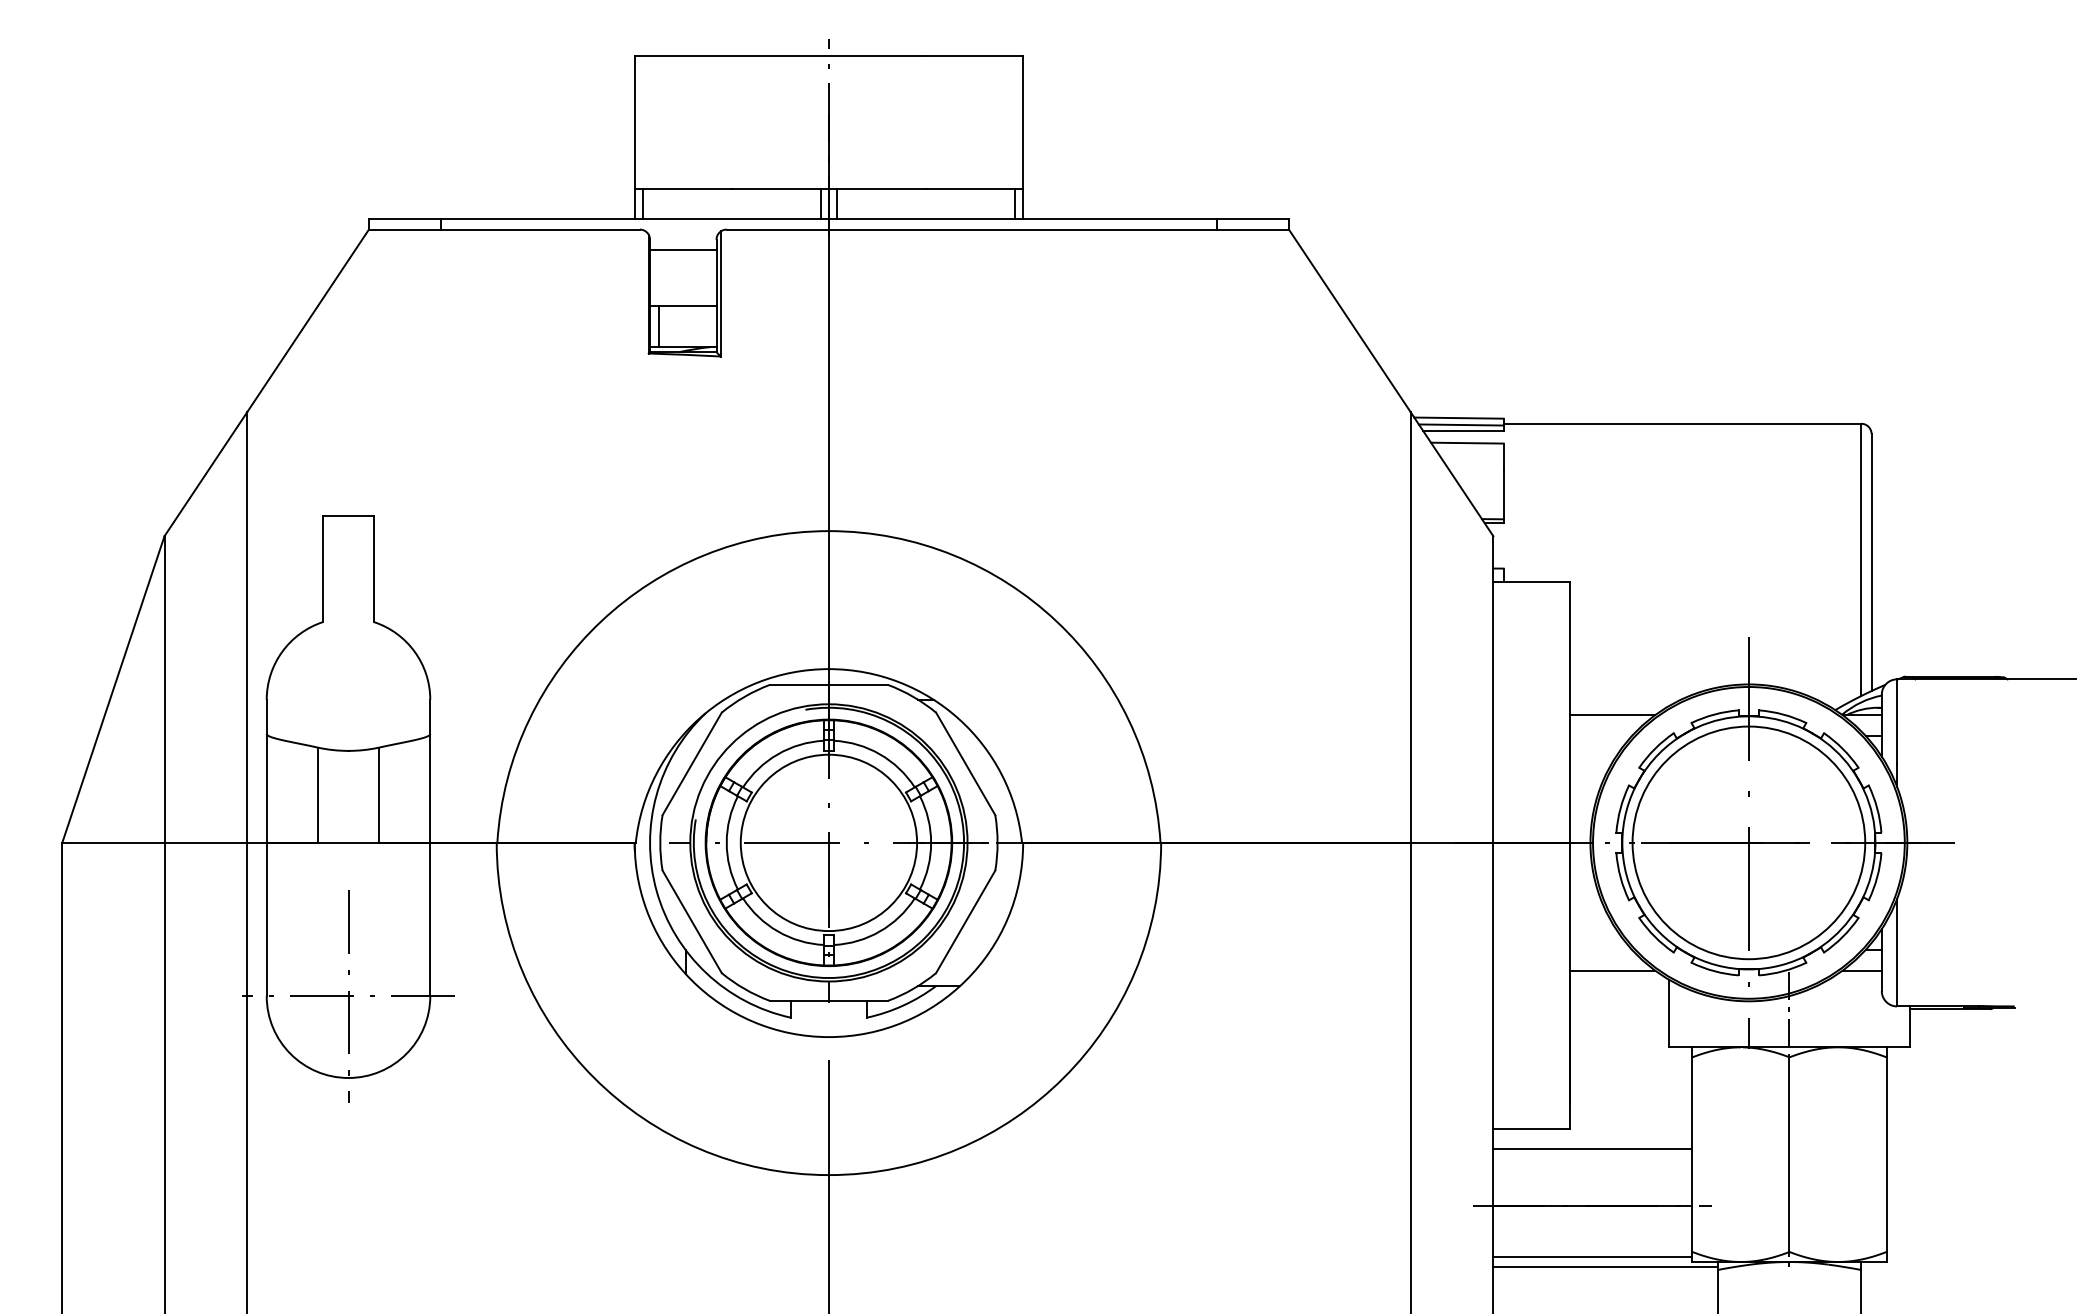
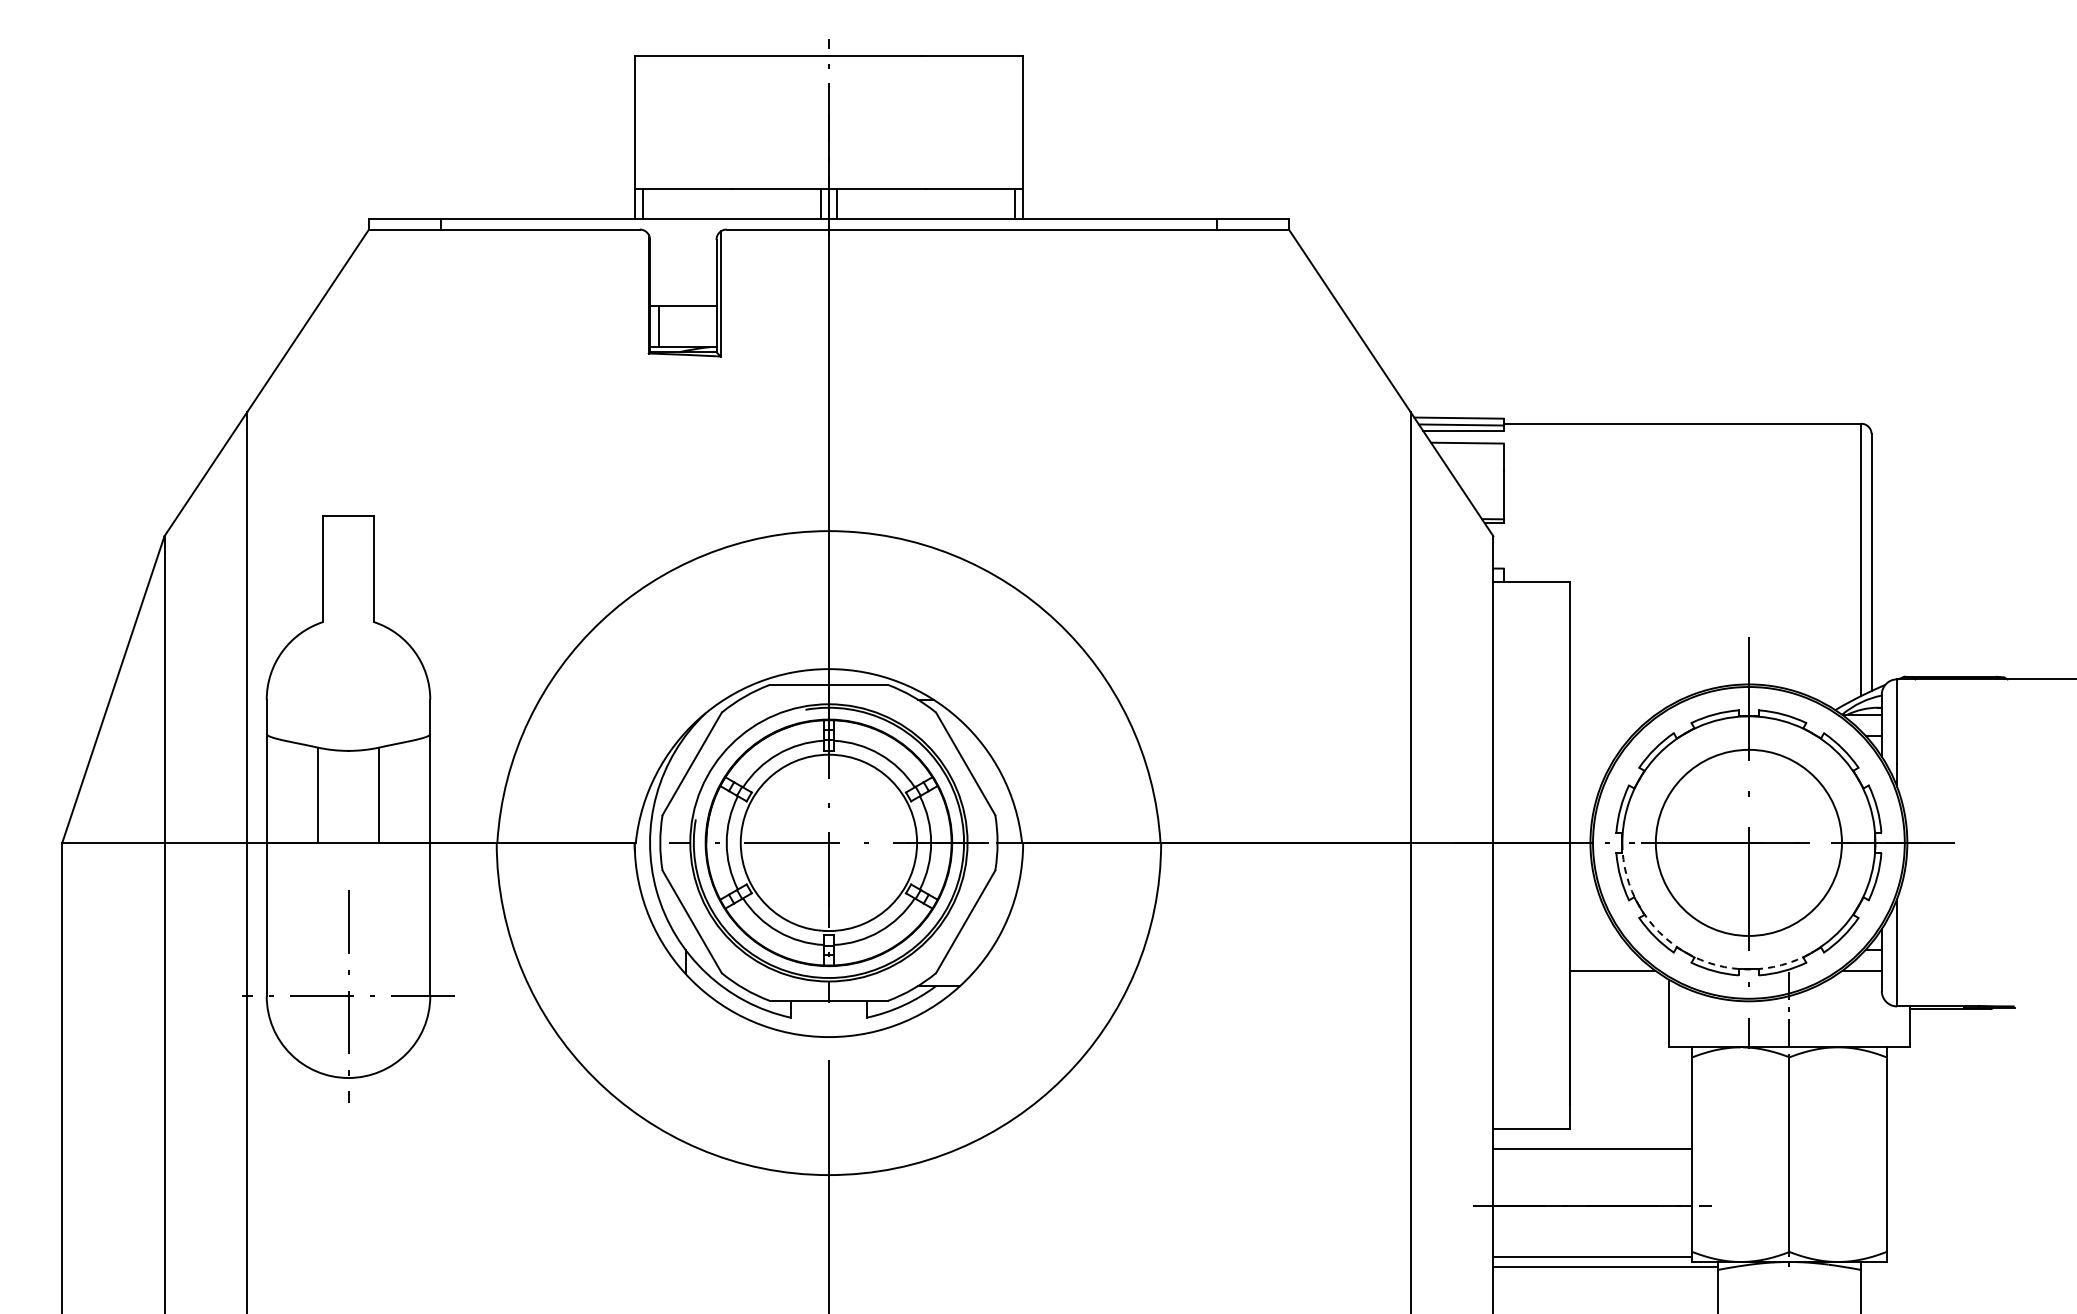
line at (683, 250): present -> none
line at (1612, 715): present -> none
circle at (1748, 842) diameter: 233 px -> 186 px
arc at (1685, 952): solid -> dashed
